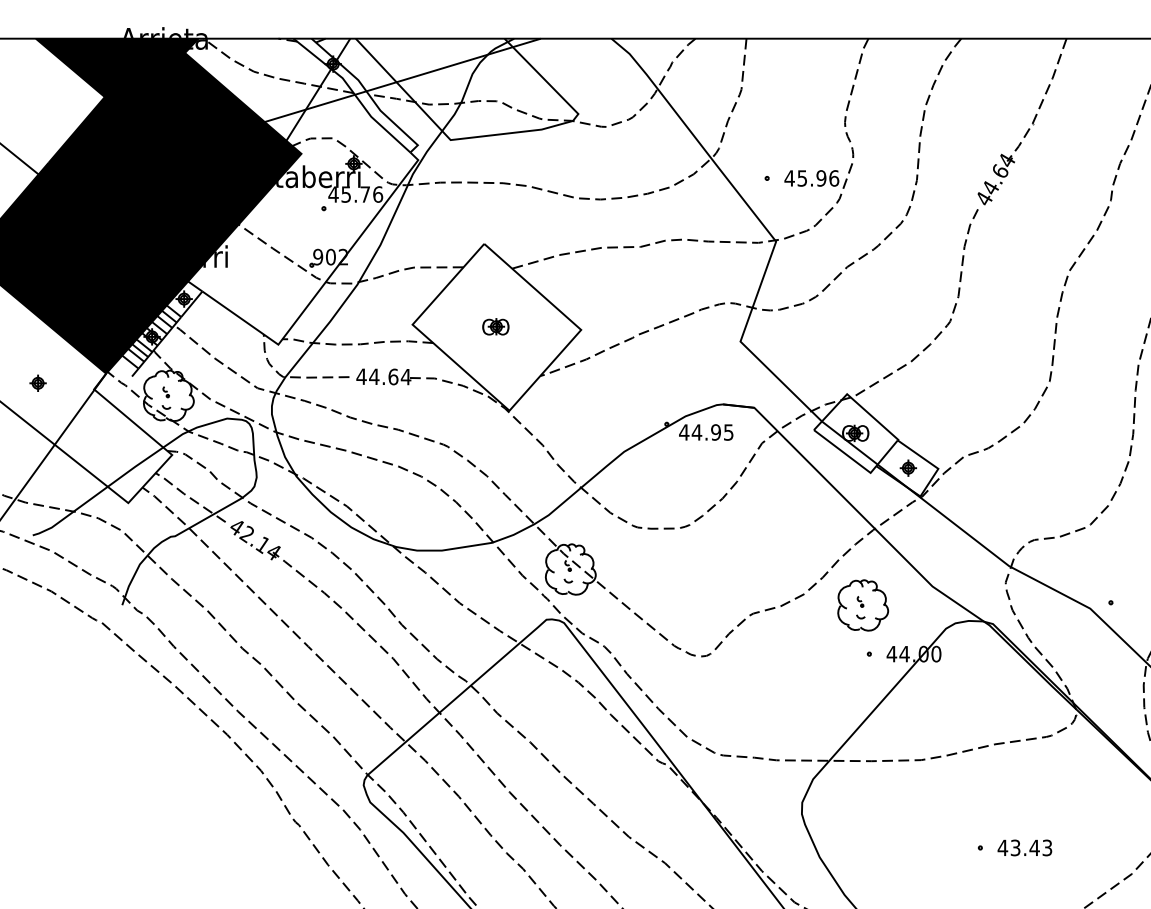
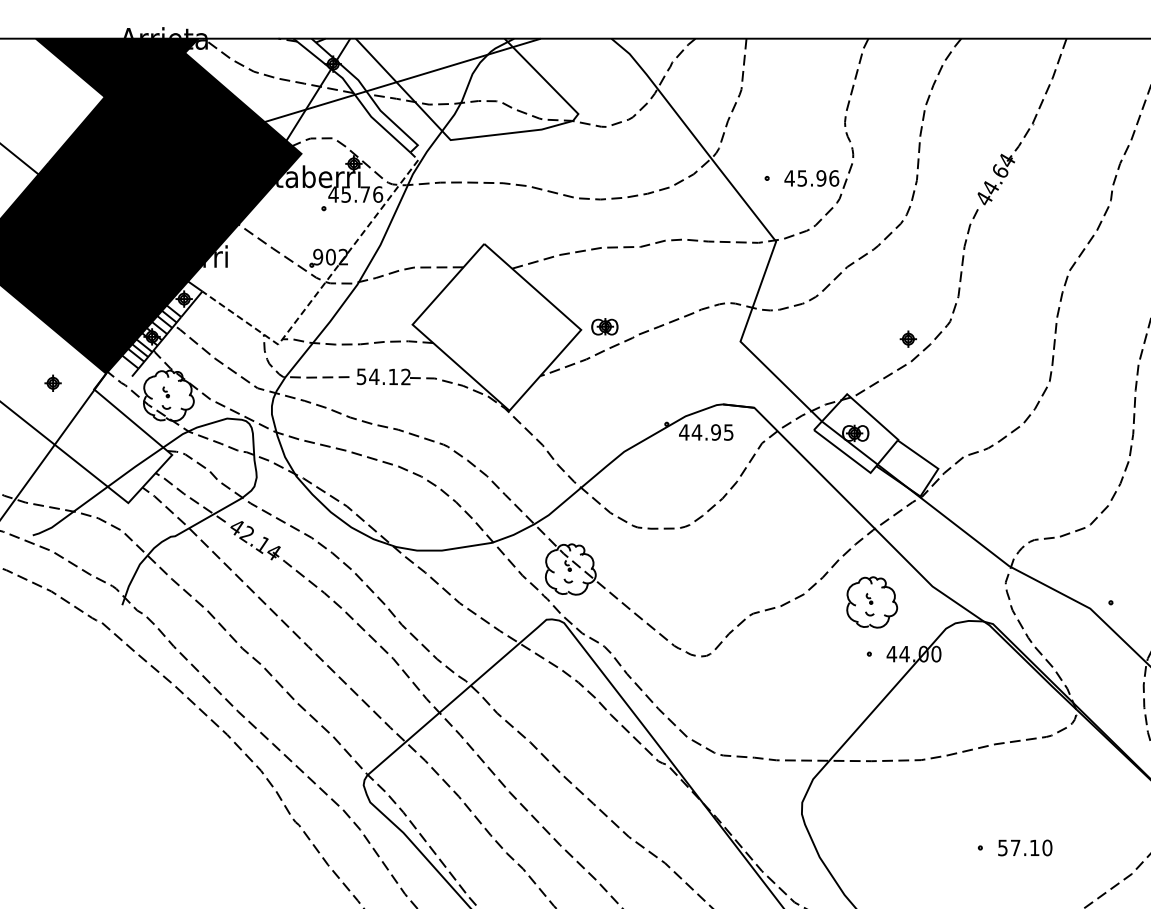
line at (323, 285): solid -> dashed
part at (495, 326) position: (495, 326) -> (604, 326)
text at (383, 376): 44.64 -> 54.12
part at (37, 382) position: (37, 382) -> (52, 382)
part at (907, 467) position: (907, 467) -> (907, 338)
part at (863, 605) position: (863, 605) -> (872, 602)
text at (1024, 847): 43.43 -> 57.10
